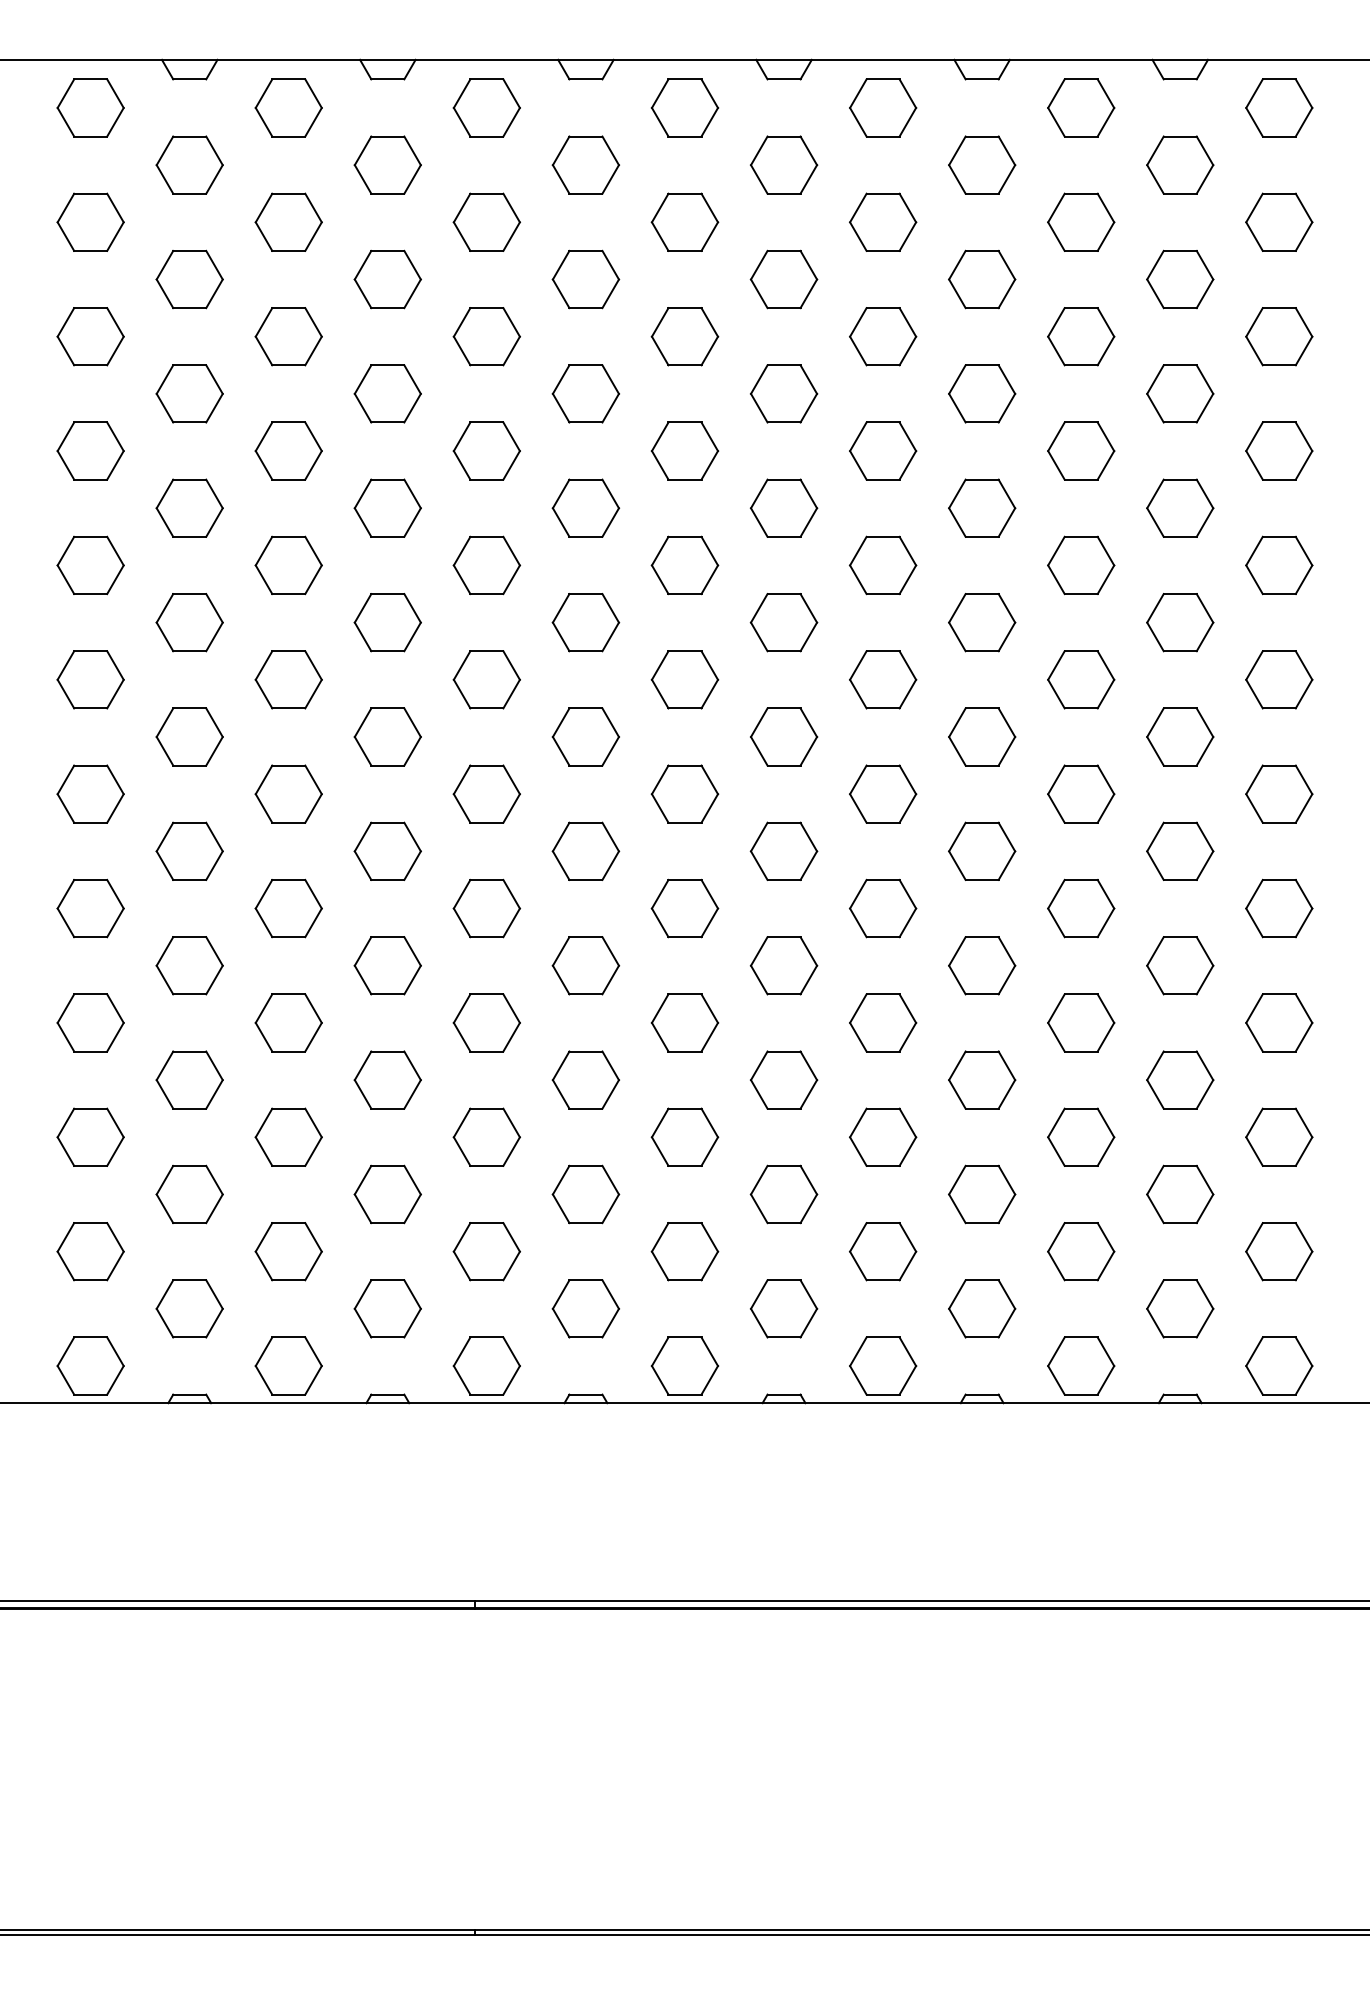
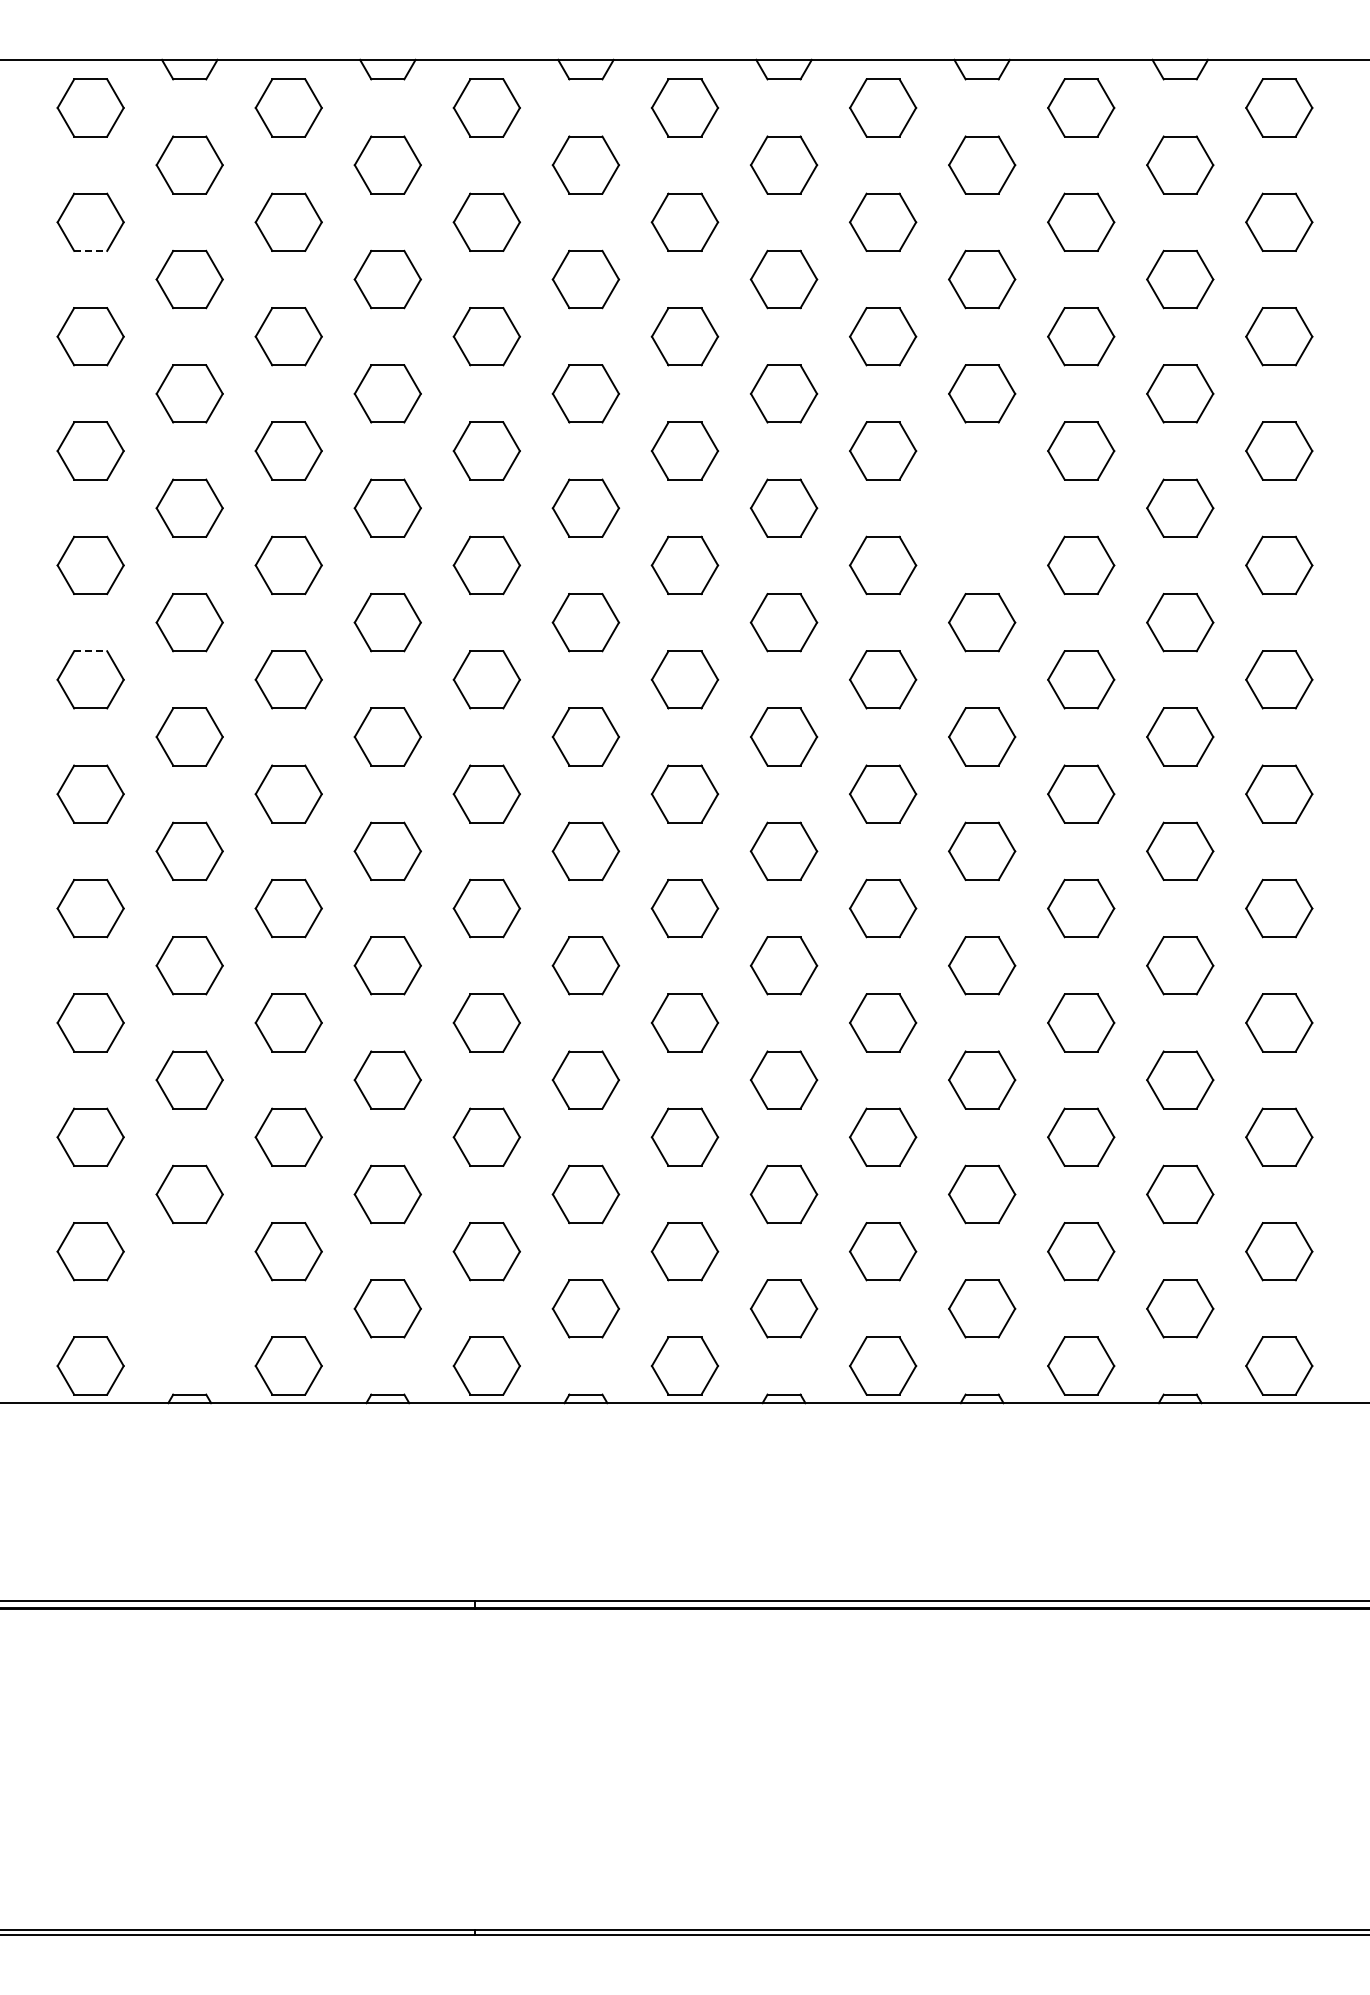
line at (90, 250): solid -> dashed
part at (982, 507): present -> none
line at (90, 651): solid -> dashed
part at (189, 1308): present -> none
